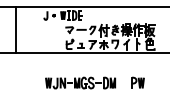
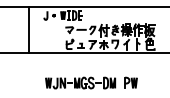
line at (15, 29) position: (15, 29) -> (28, 29)
part at (137, 82) position: (137, 82) -> (130, 82)
